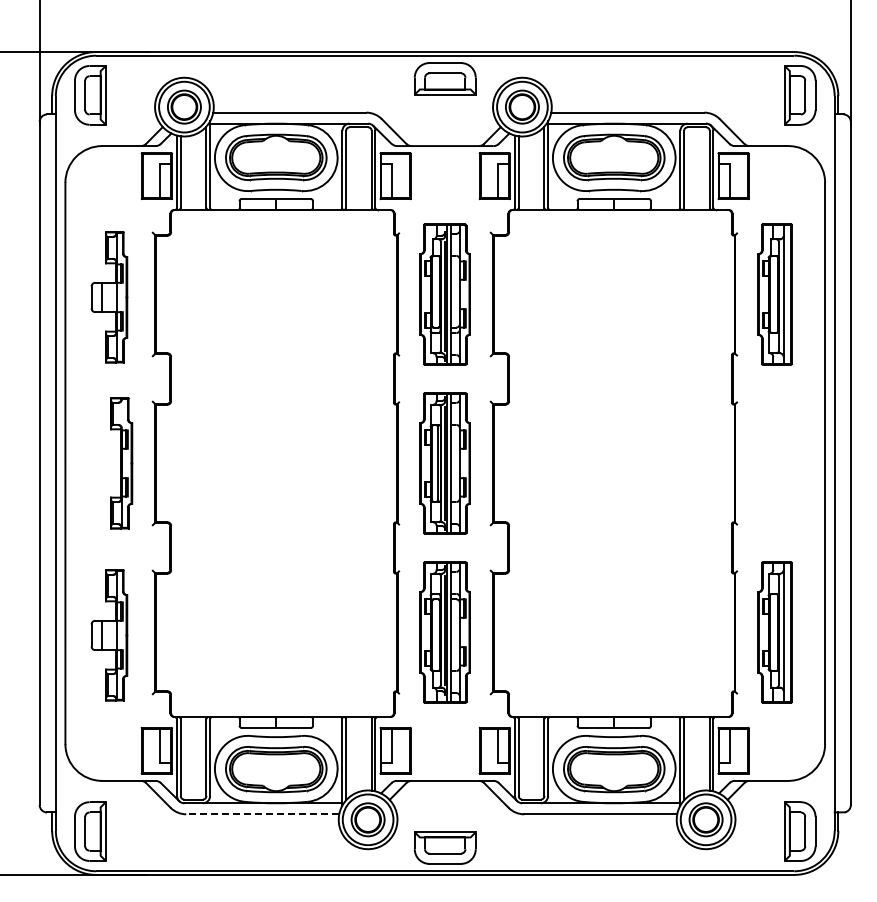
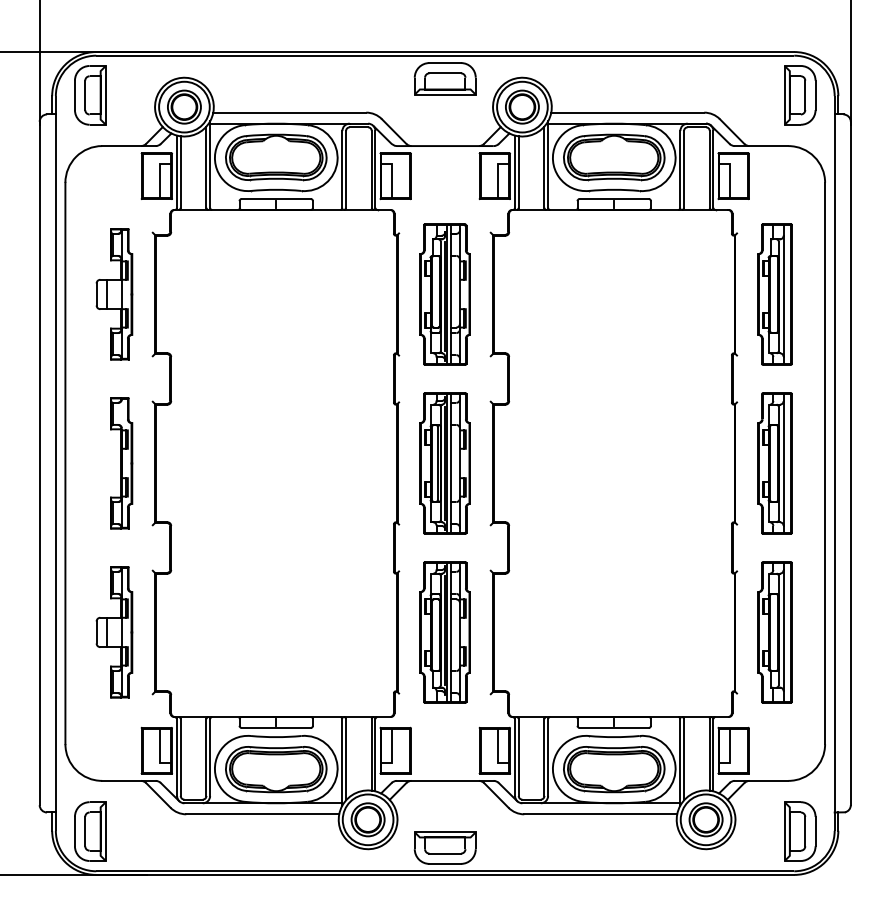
part at (109, 297) position: (109, 297) -> (114, 294)
part at (774, 463): none -> present
part at (109, 635) position: (109, 635) -> (114, 632)
line at (262, 814): dashed -> solid
